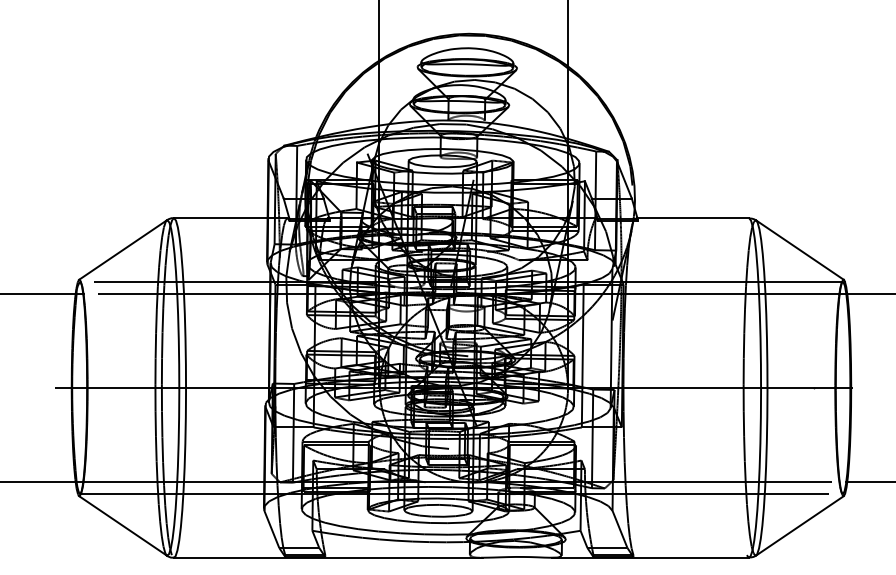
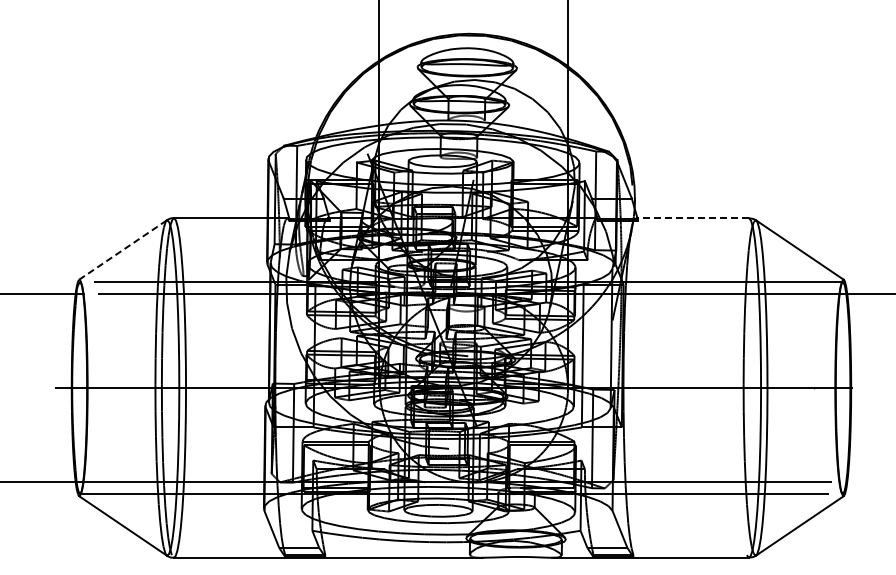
line at (693, 218): solid -> dashed
line at (122, 250): solid -> dashed
line at (869, 482): present -> none
